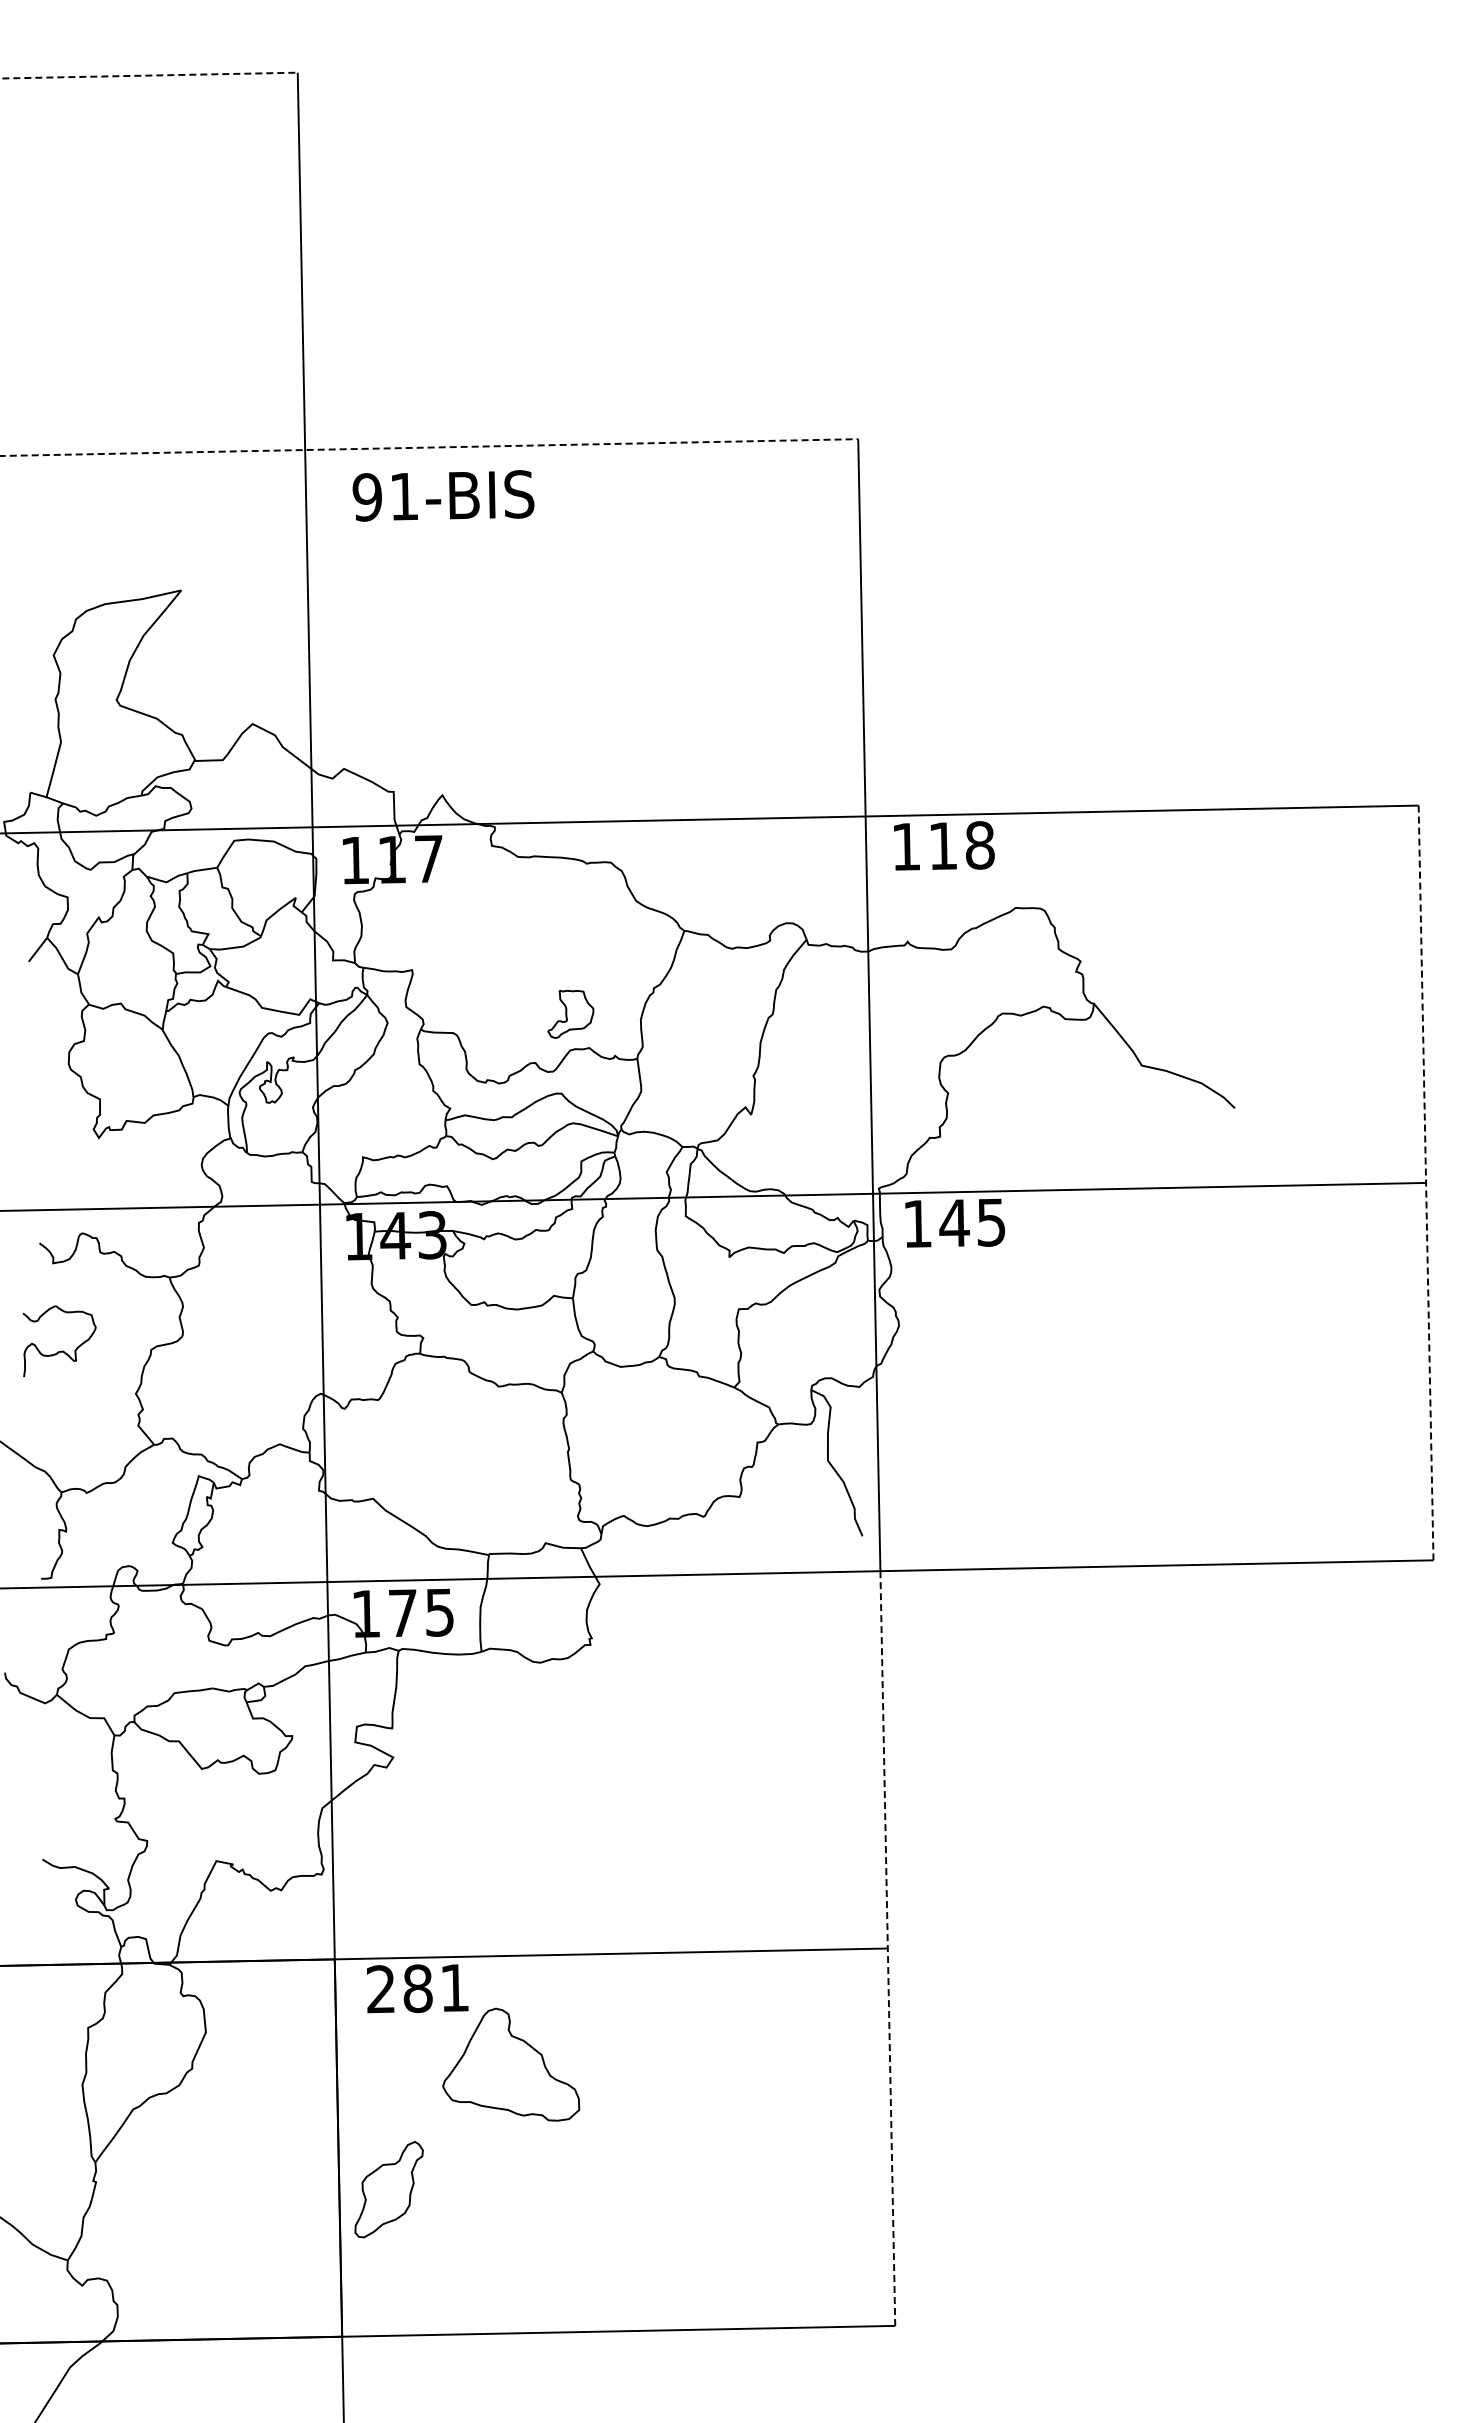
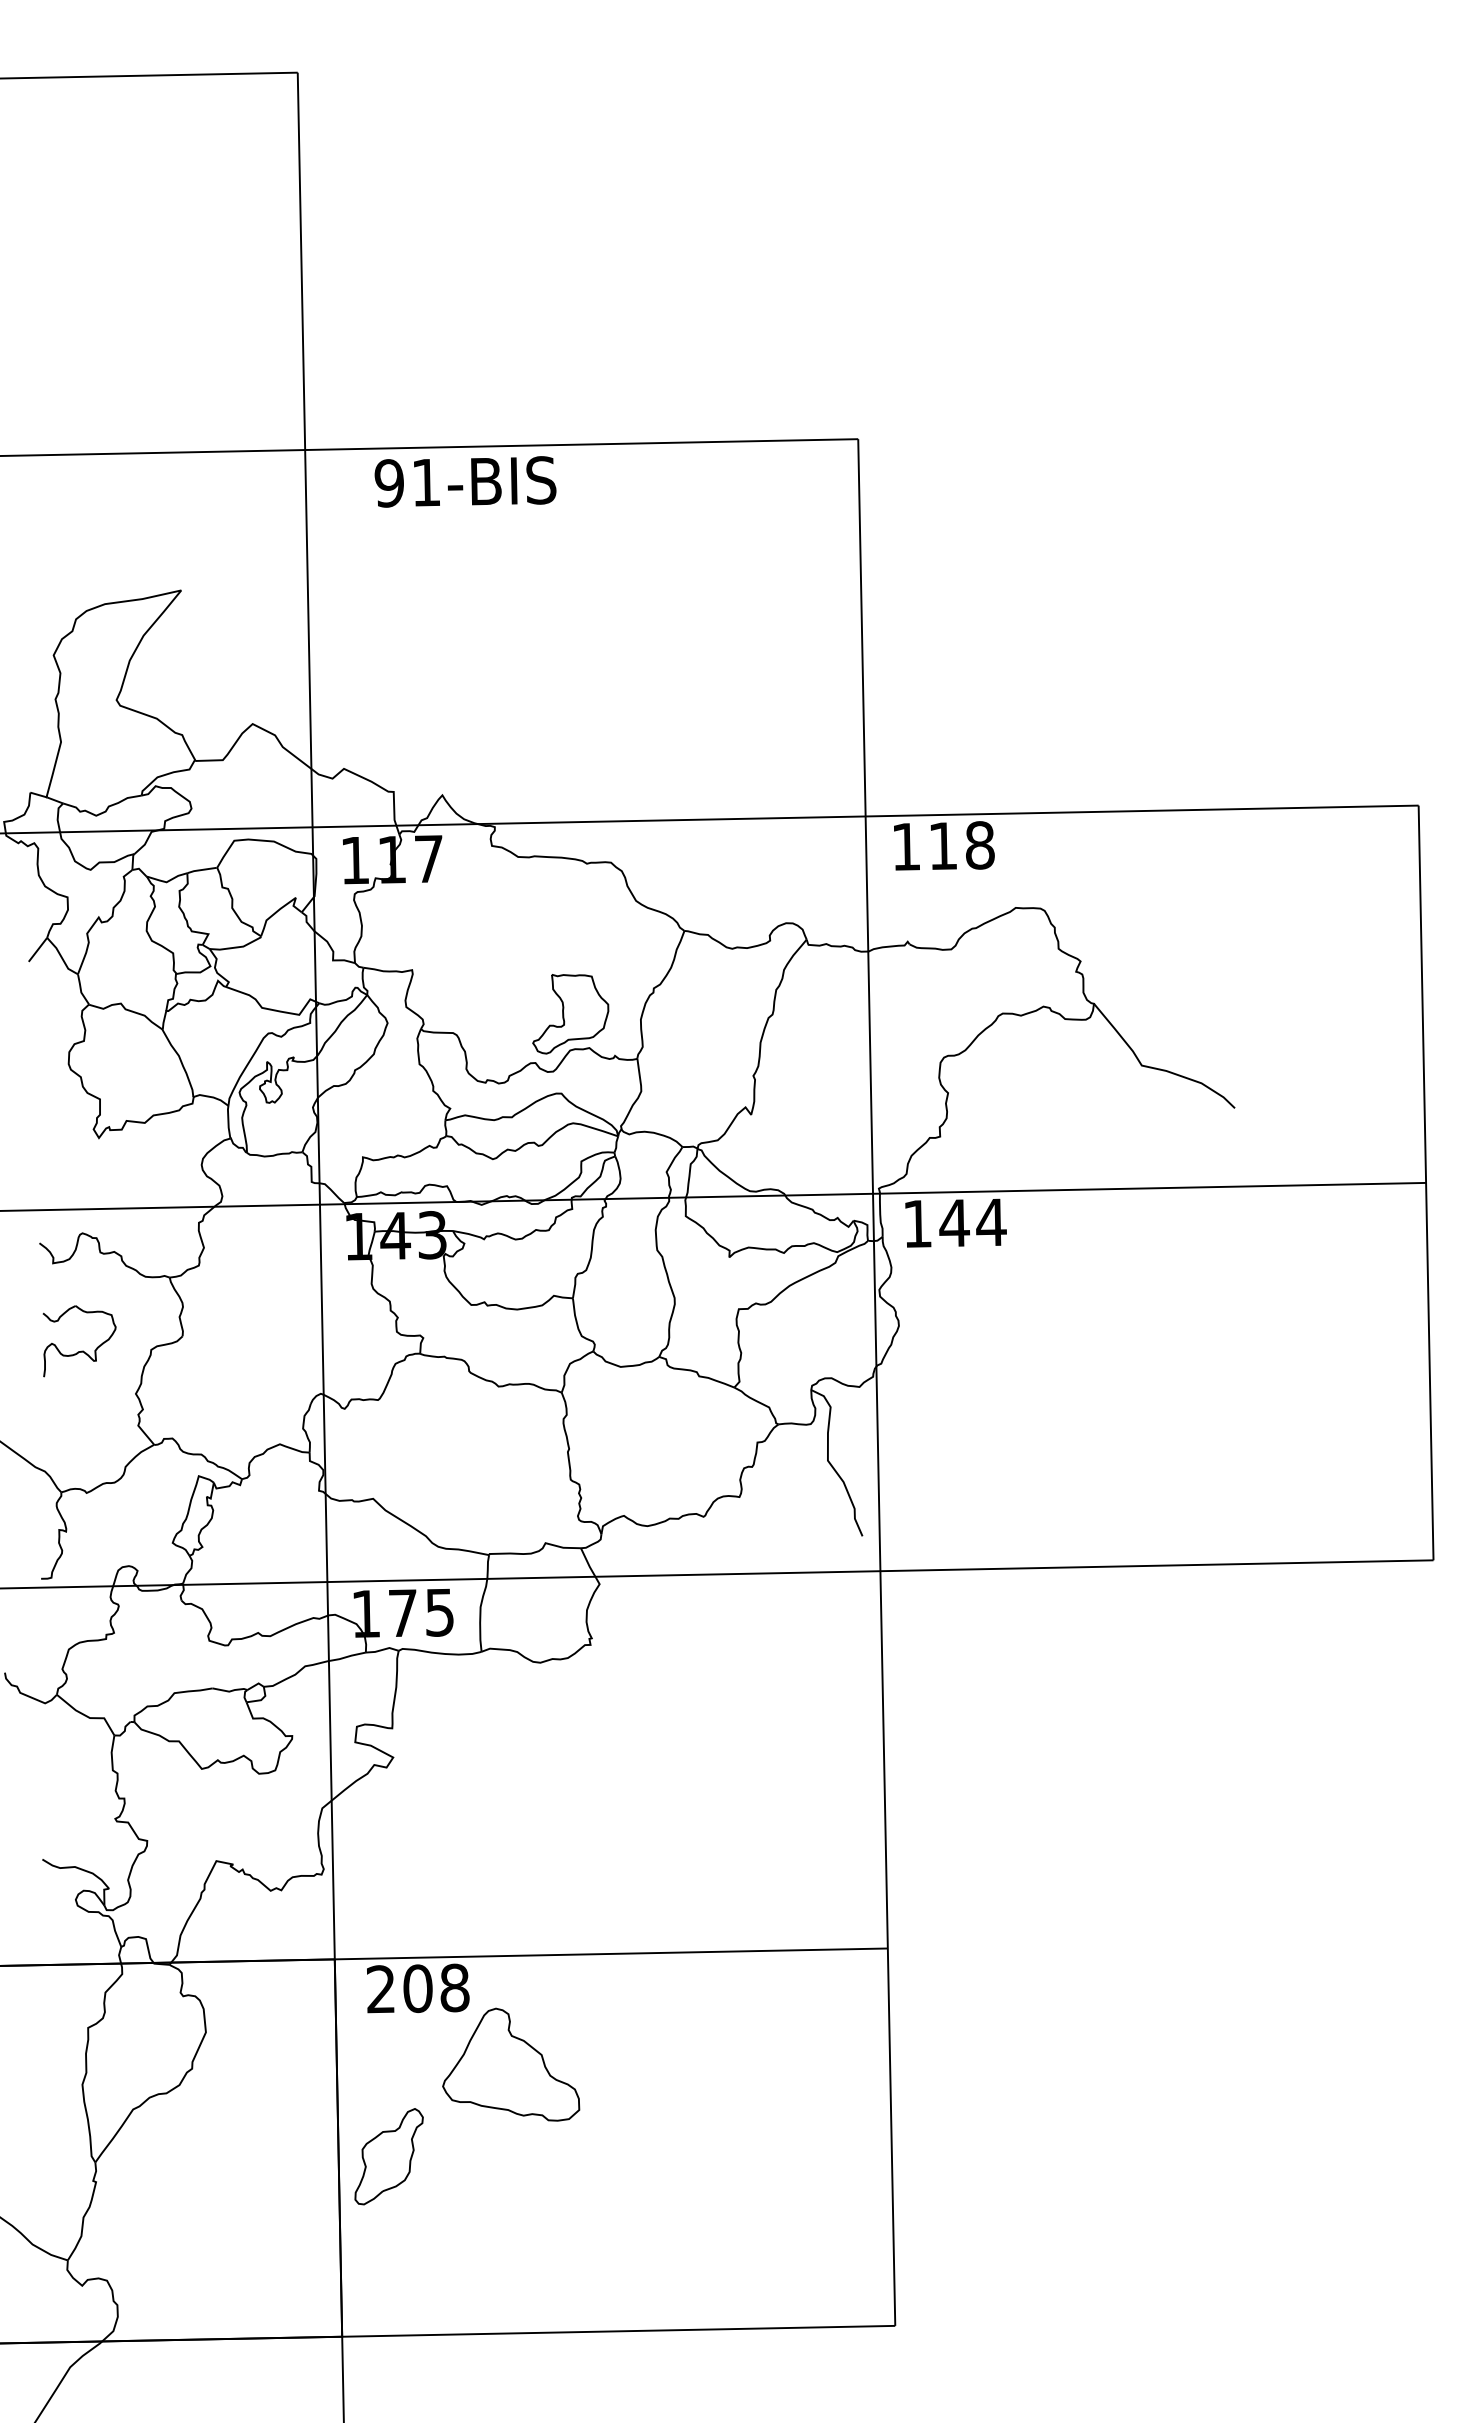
line at (149, 75): dashed -> solid
line at (429, 447): dashed -> solid
text at (443, 495) position: (443, 495) -> (465, 481)
part at (570, 1013) size: 48x50 px -> 78x81 px
line at (1426, 1183): dashed -> solid
text at (991, 1222): 145 -> 144
part at (61, 1350) position: (61, 1350) -> (81, 1350)
line at (887, 1949): dashed -> solid
text at (436, 1987): 281 -> 208
part at (388, 2189) position: (388, 2189) -> (388, 2156)
